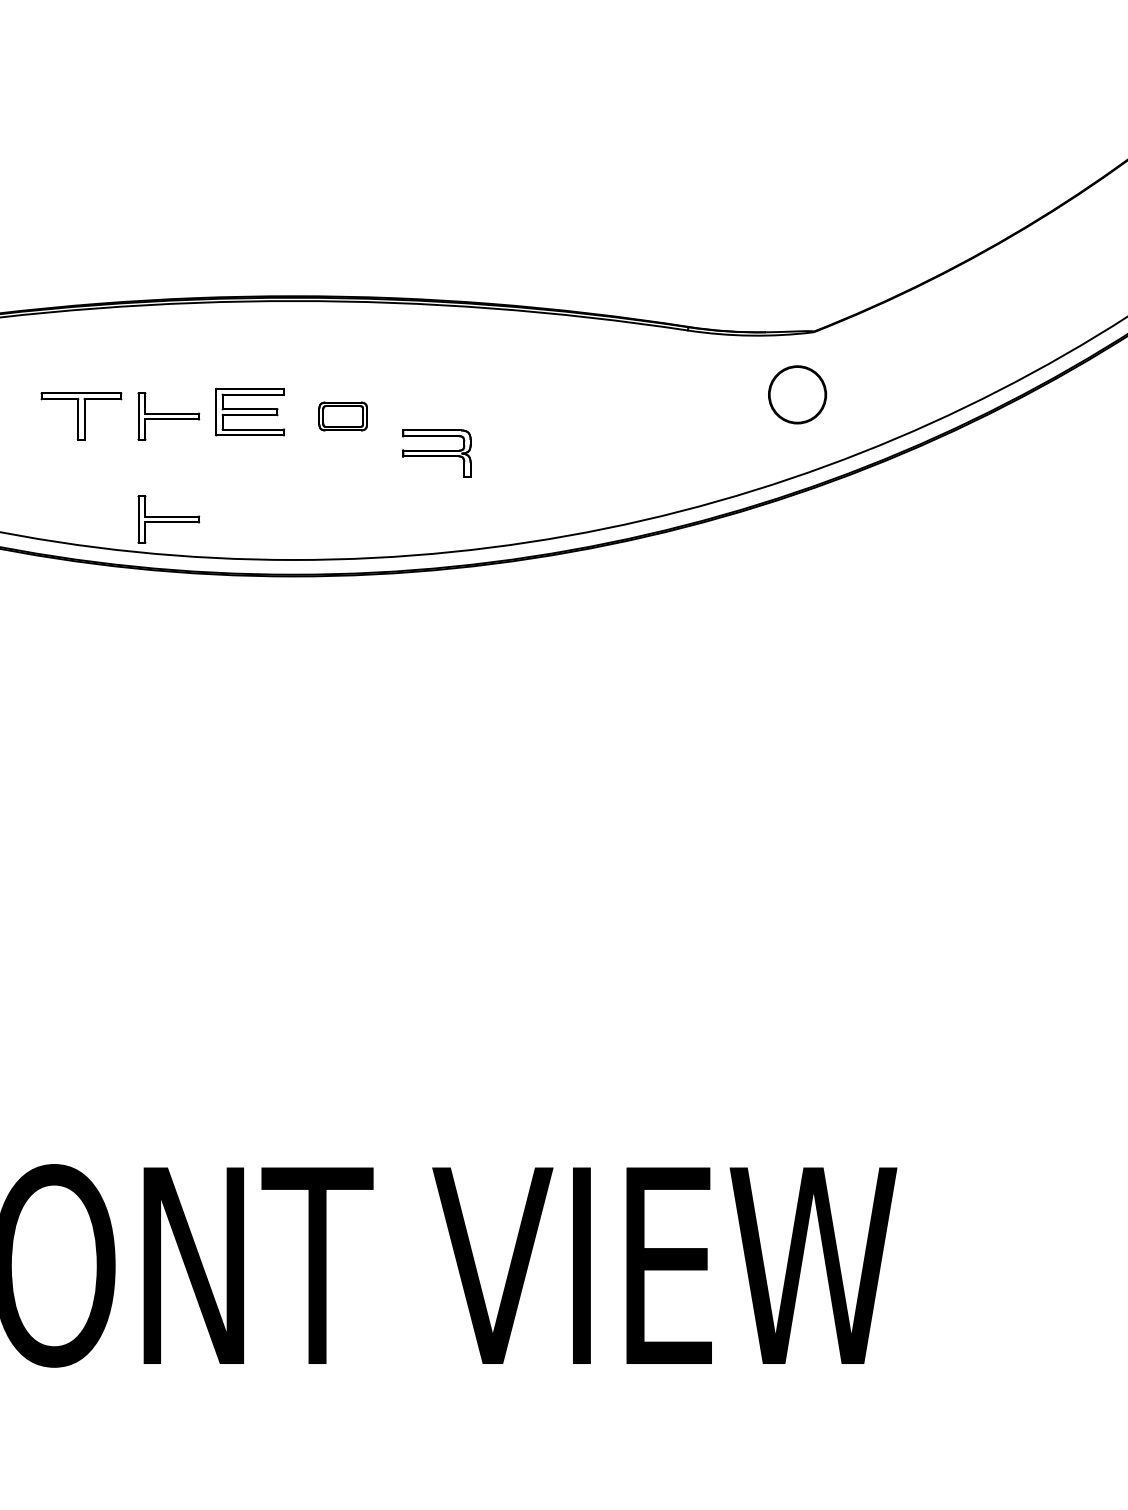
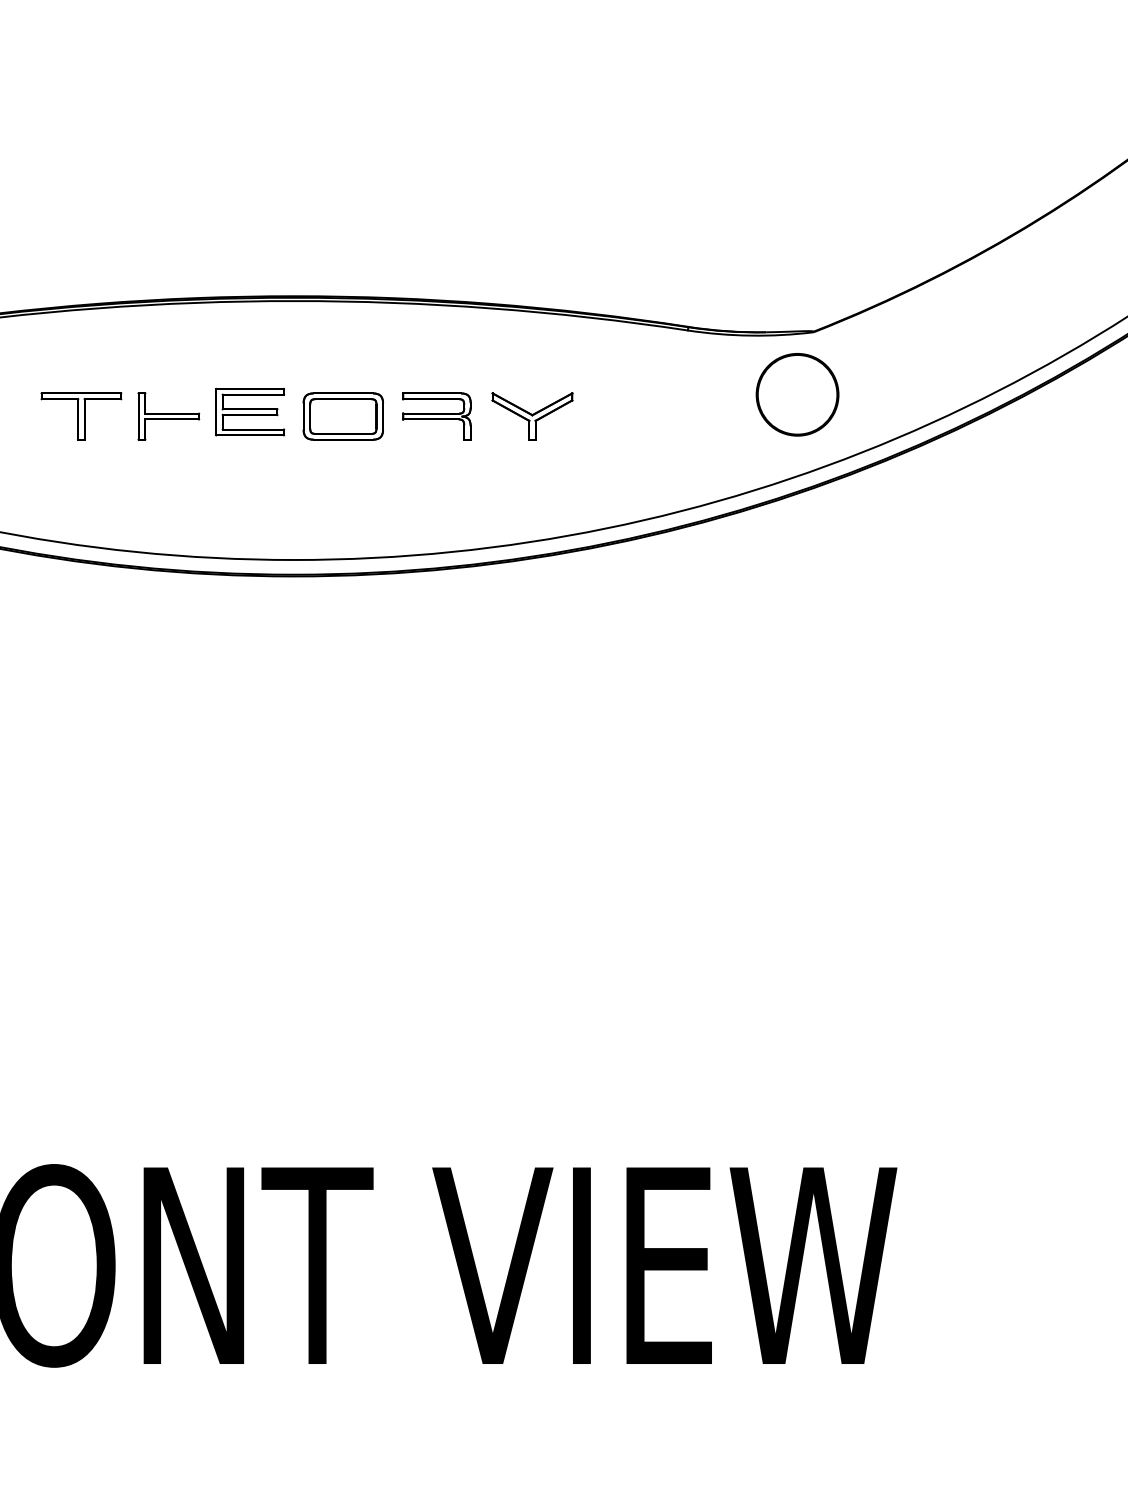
part at (797, 394) size: 60x60 px -> 85x84 px
part at (342, 416) size: 50x31 px -> 82x49 px
part at (532, 416): none -> present
part at (436, 453) position: (436, 453) -> (436, 416)
part at (168, 519): present -> none
